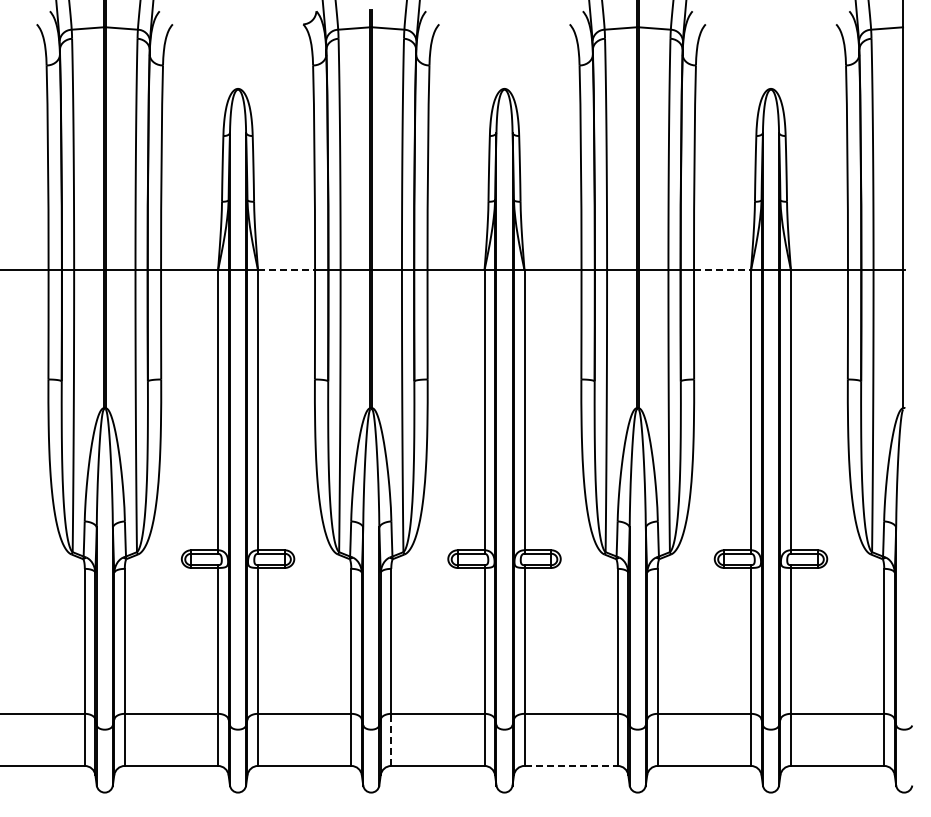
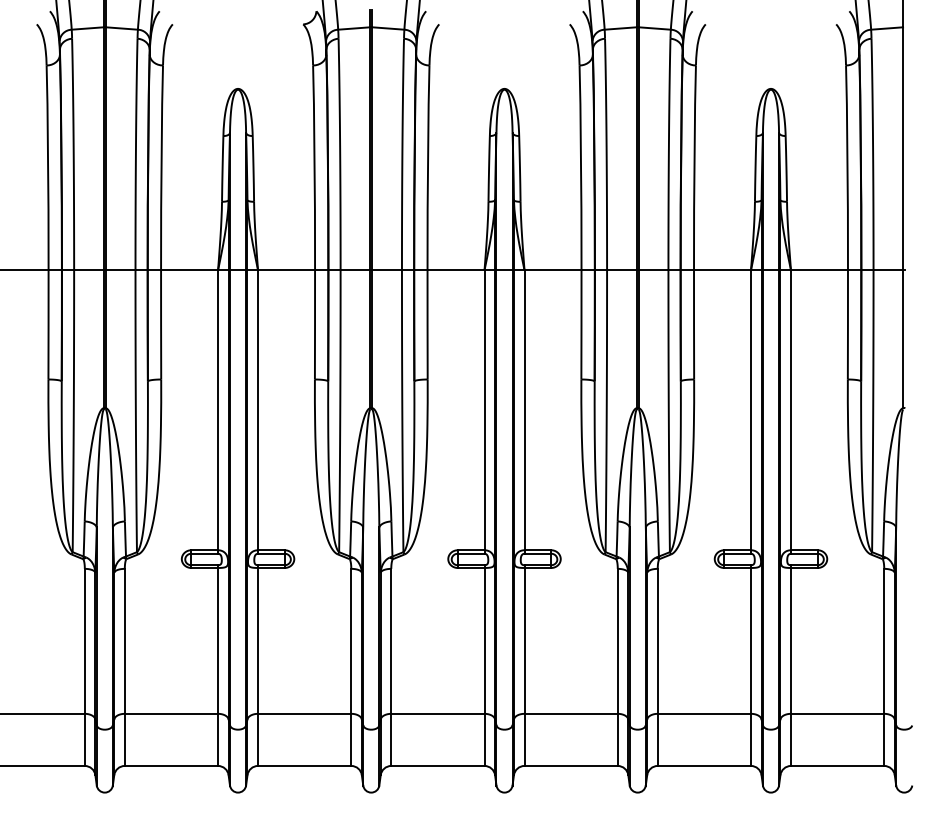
line at (287, 270): dashed -> solid
line at (723, 270): dashed -> solid
line at (391, 739): dashed -> solid
line at (571, 765): dashed -> solid
